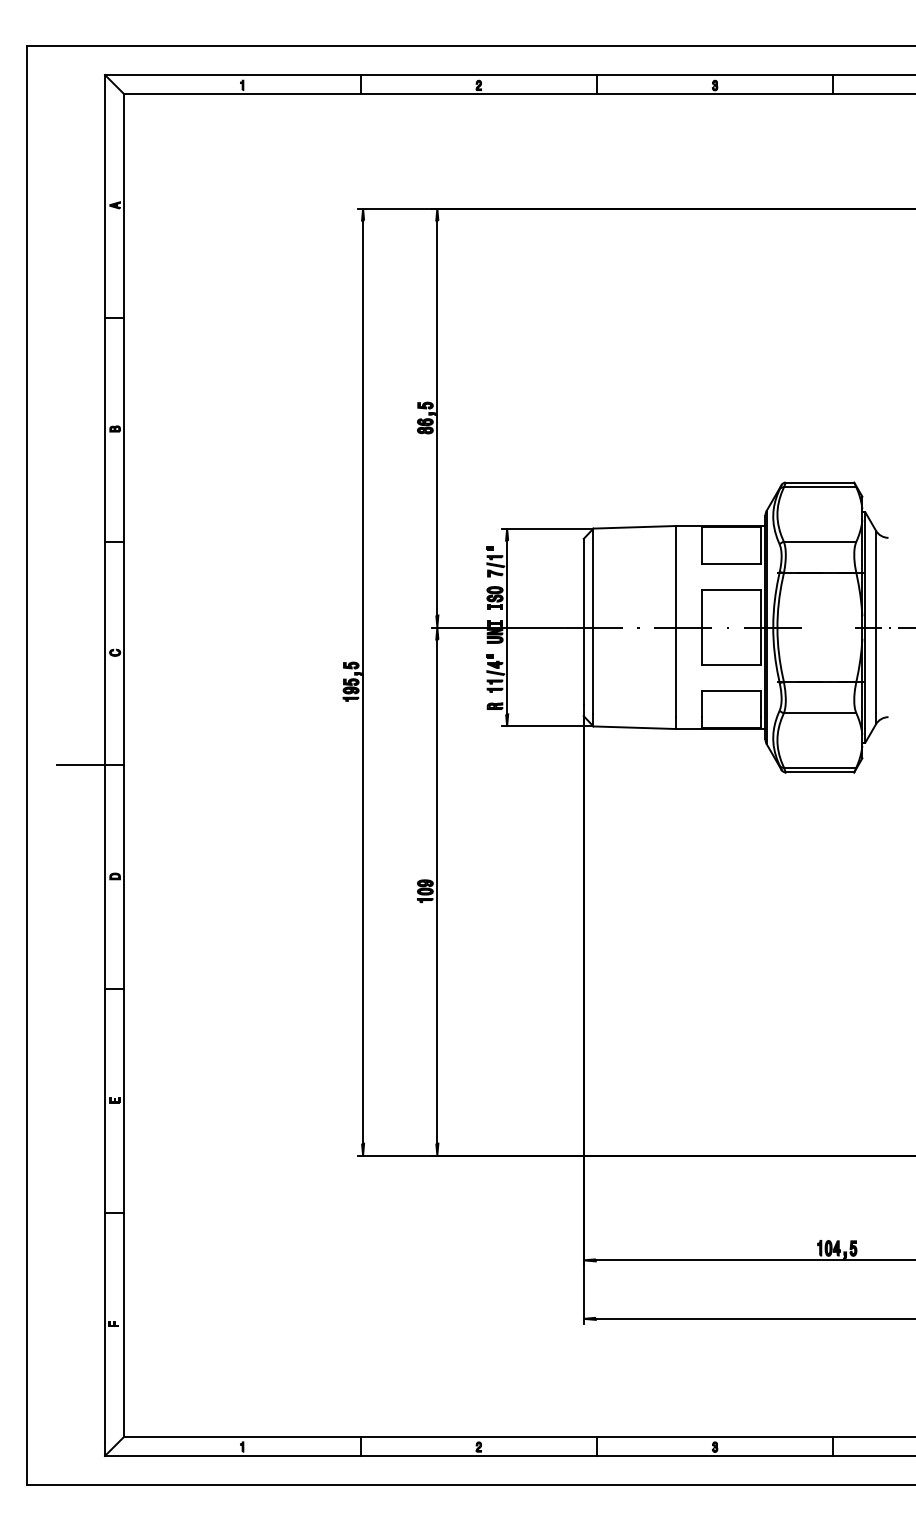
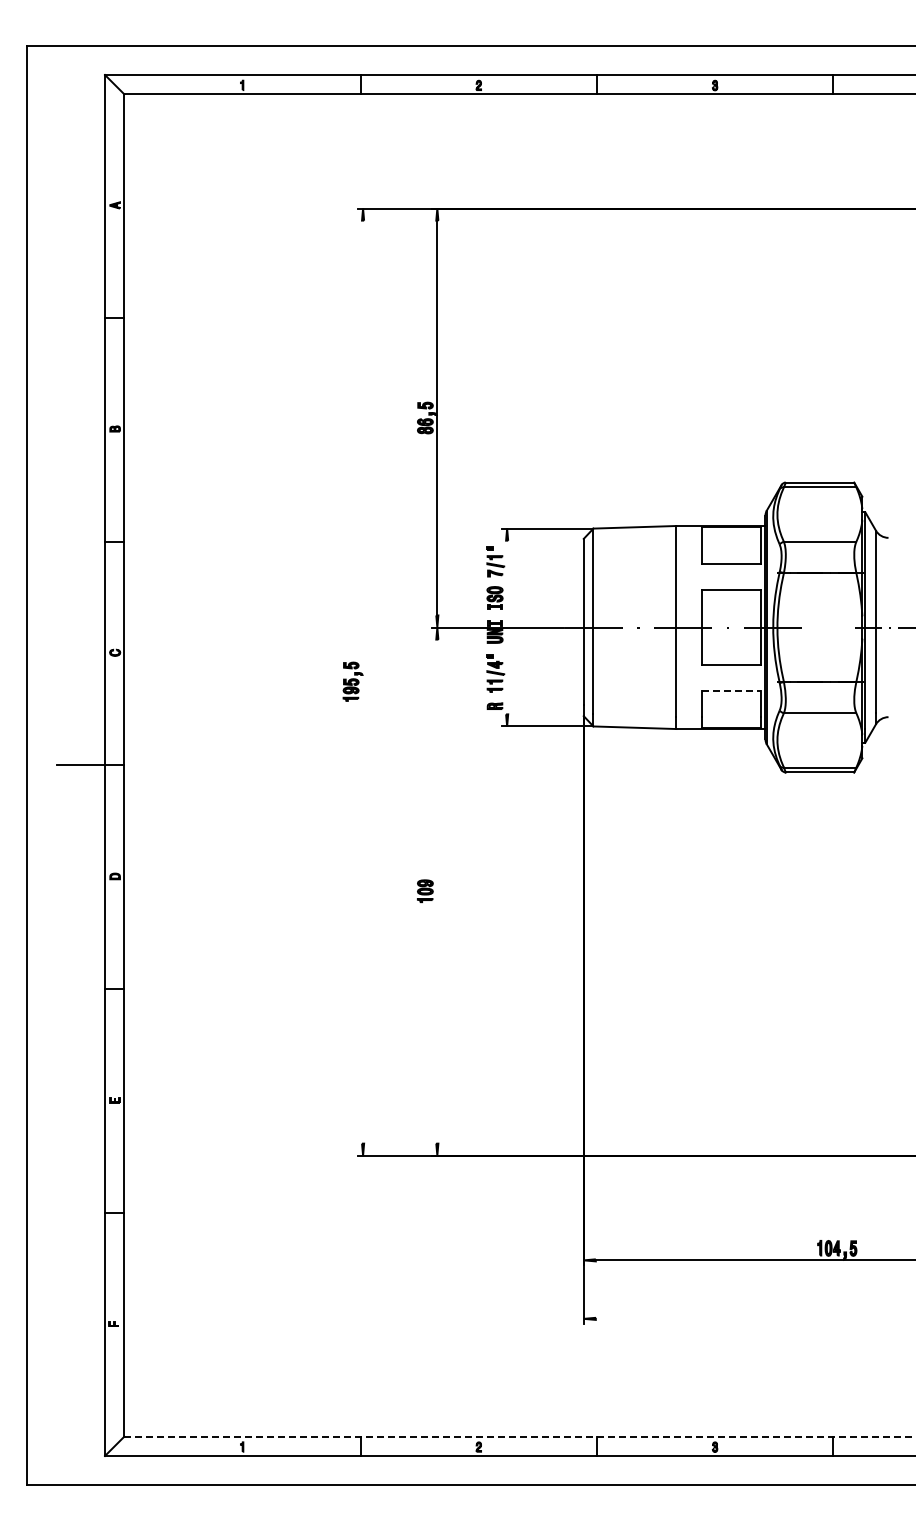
line at (507, 627): present -> none
line at (363, 681): present -> none
line at (732, 690): solid -> dashed
line at (437, 891): present -> none
line at (753, 1318): present -> none
line at (520, 1436): solid -> dashed
